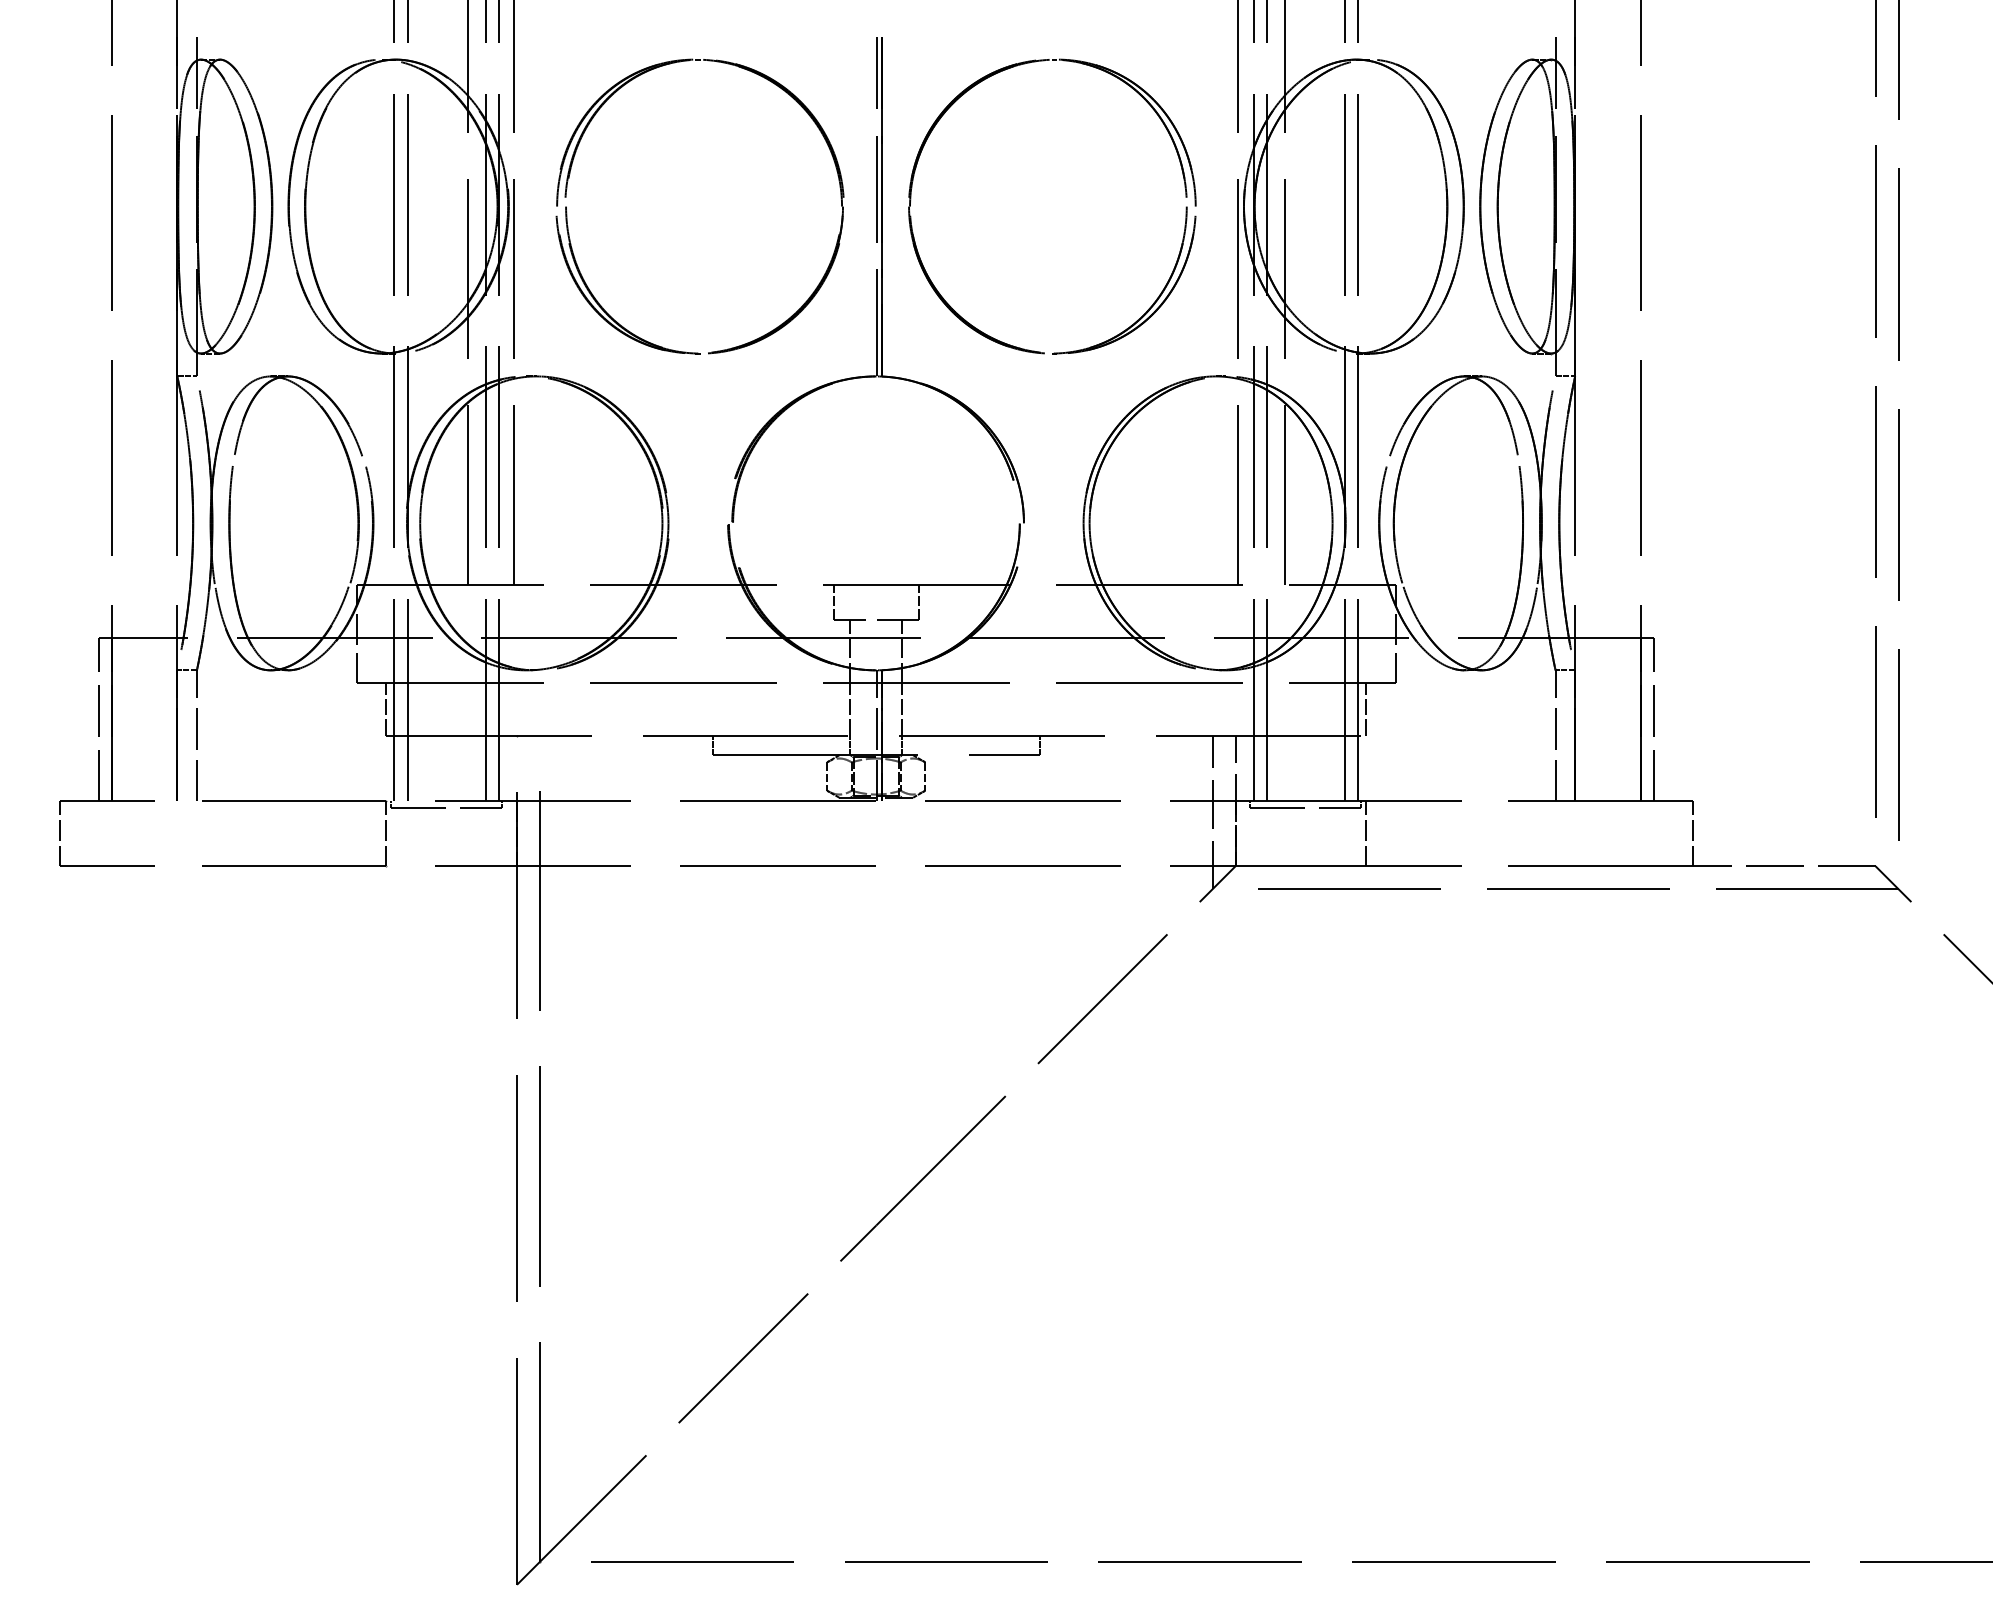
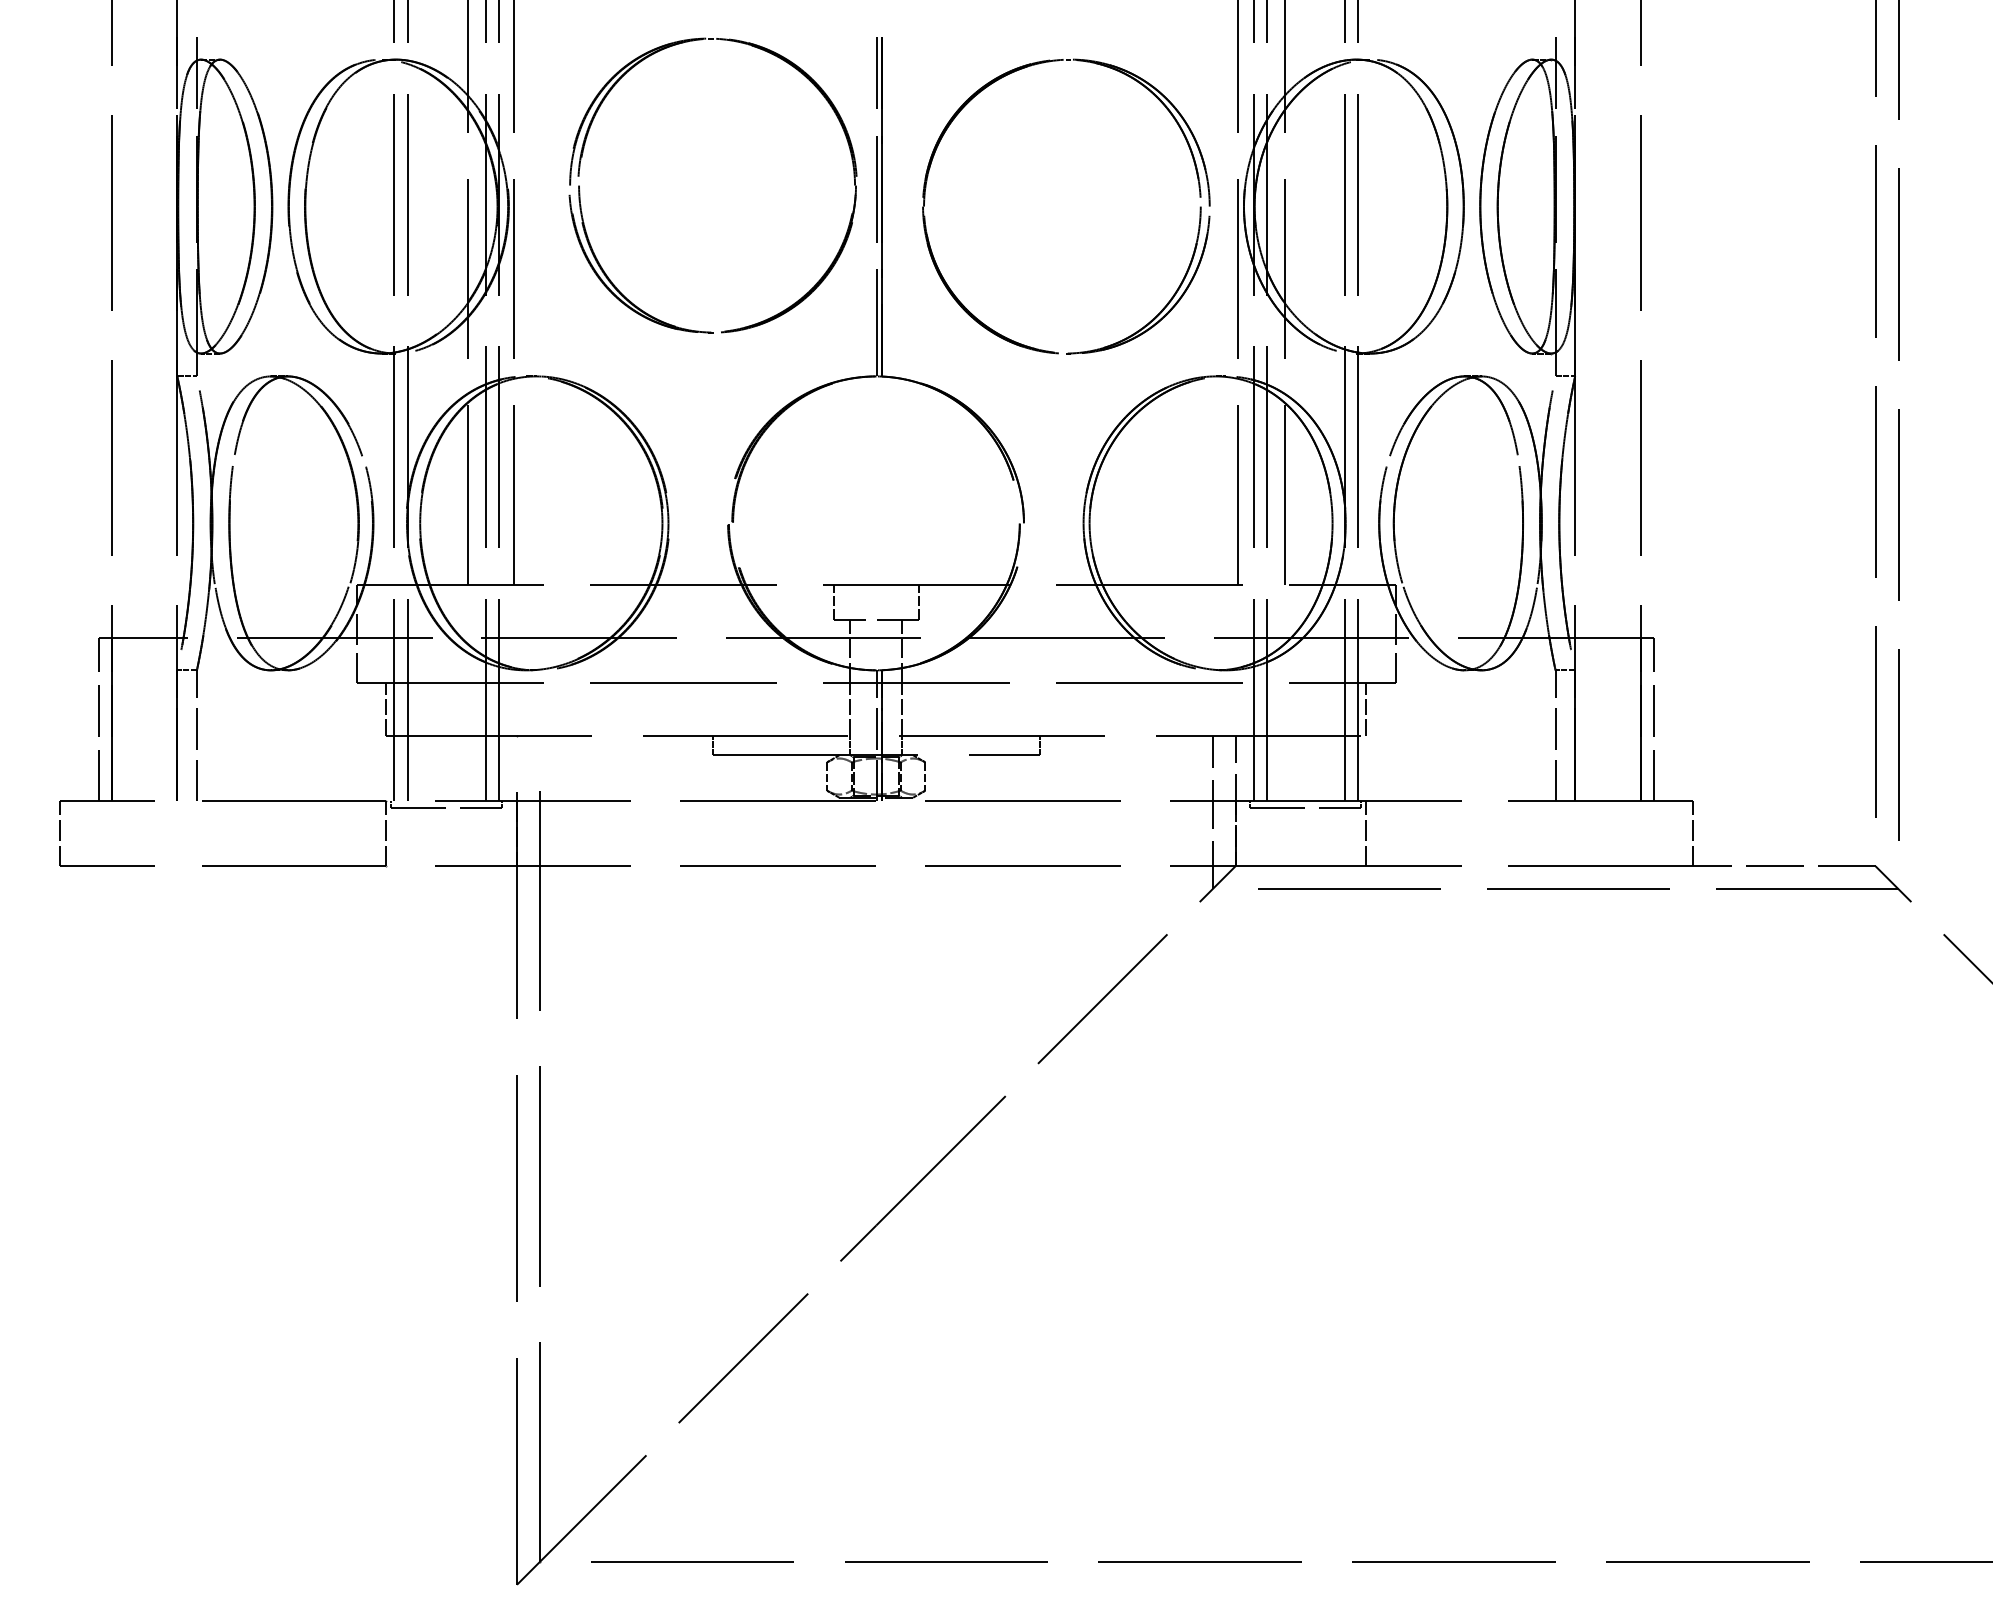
part at (1185, 207) position: (1185, 207) -> (1199, 207)
part at (567, 212) position: (567, 212) -> (580, 191)
